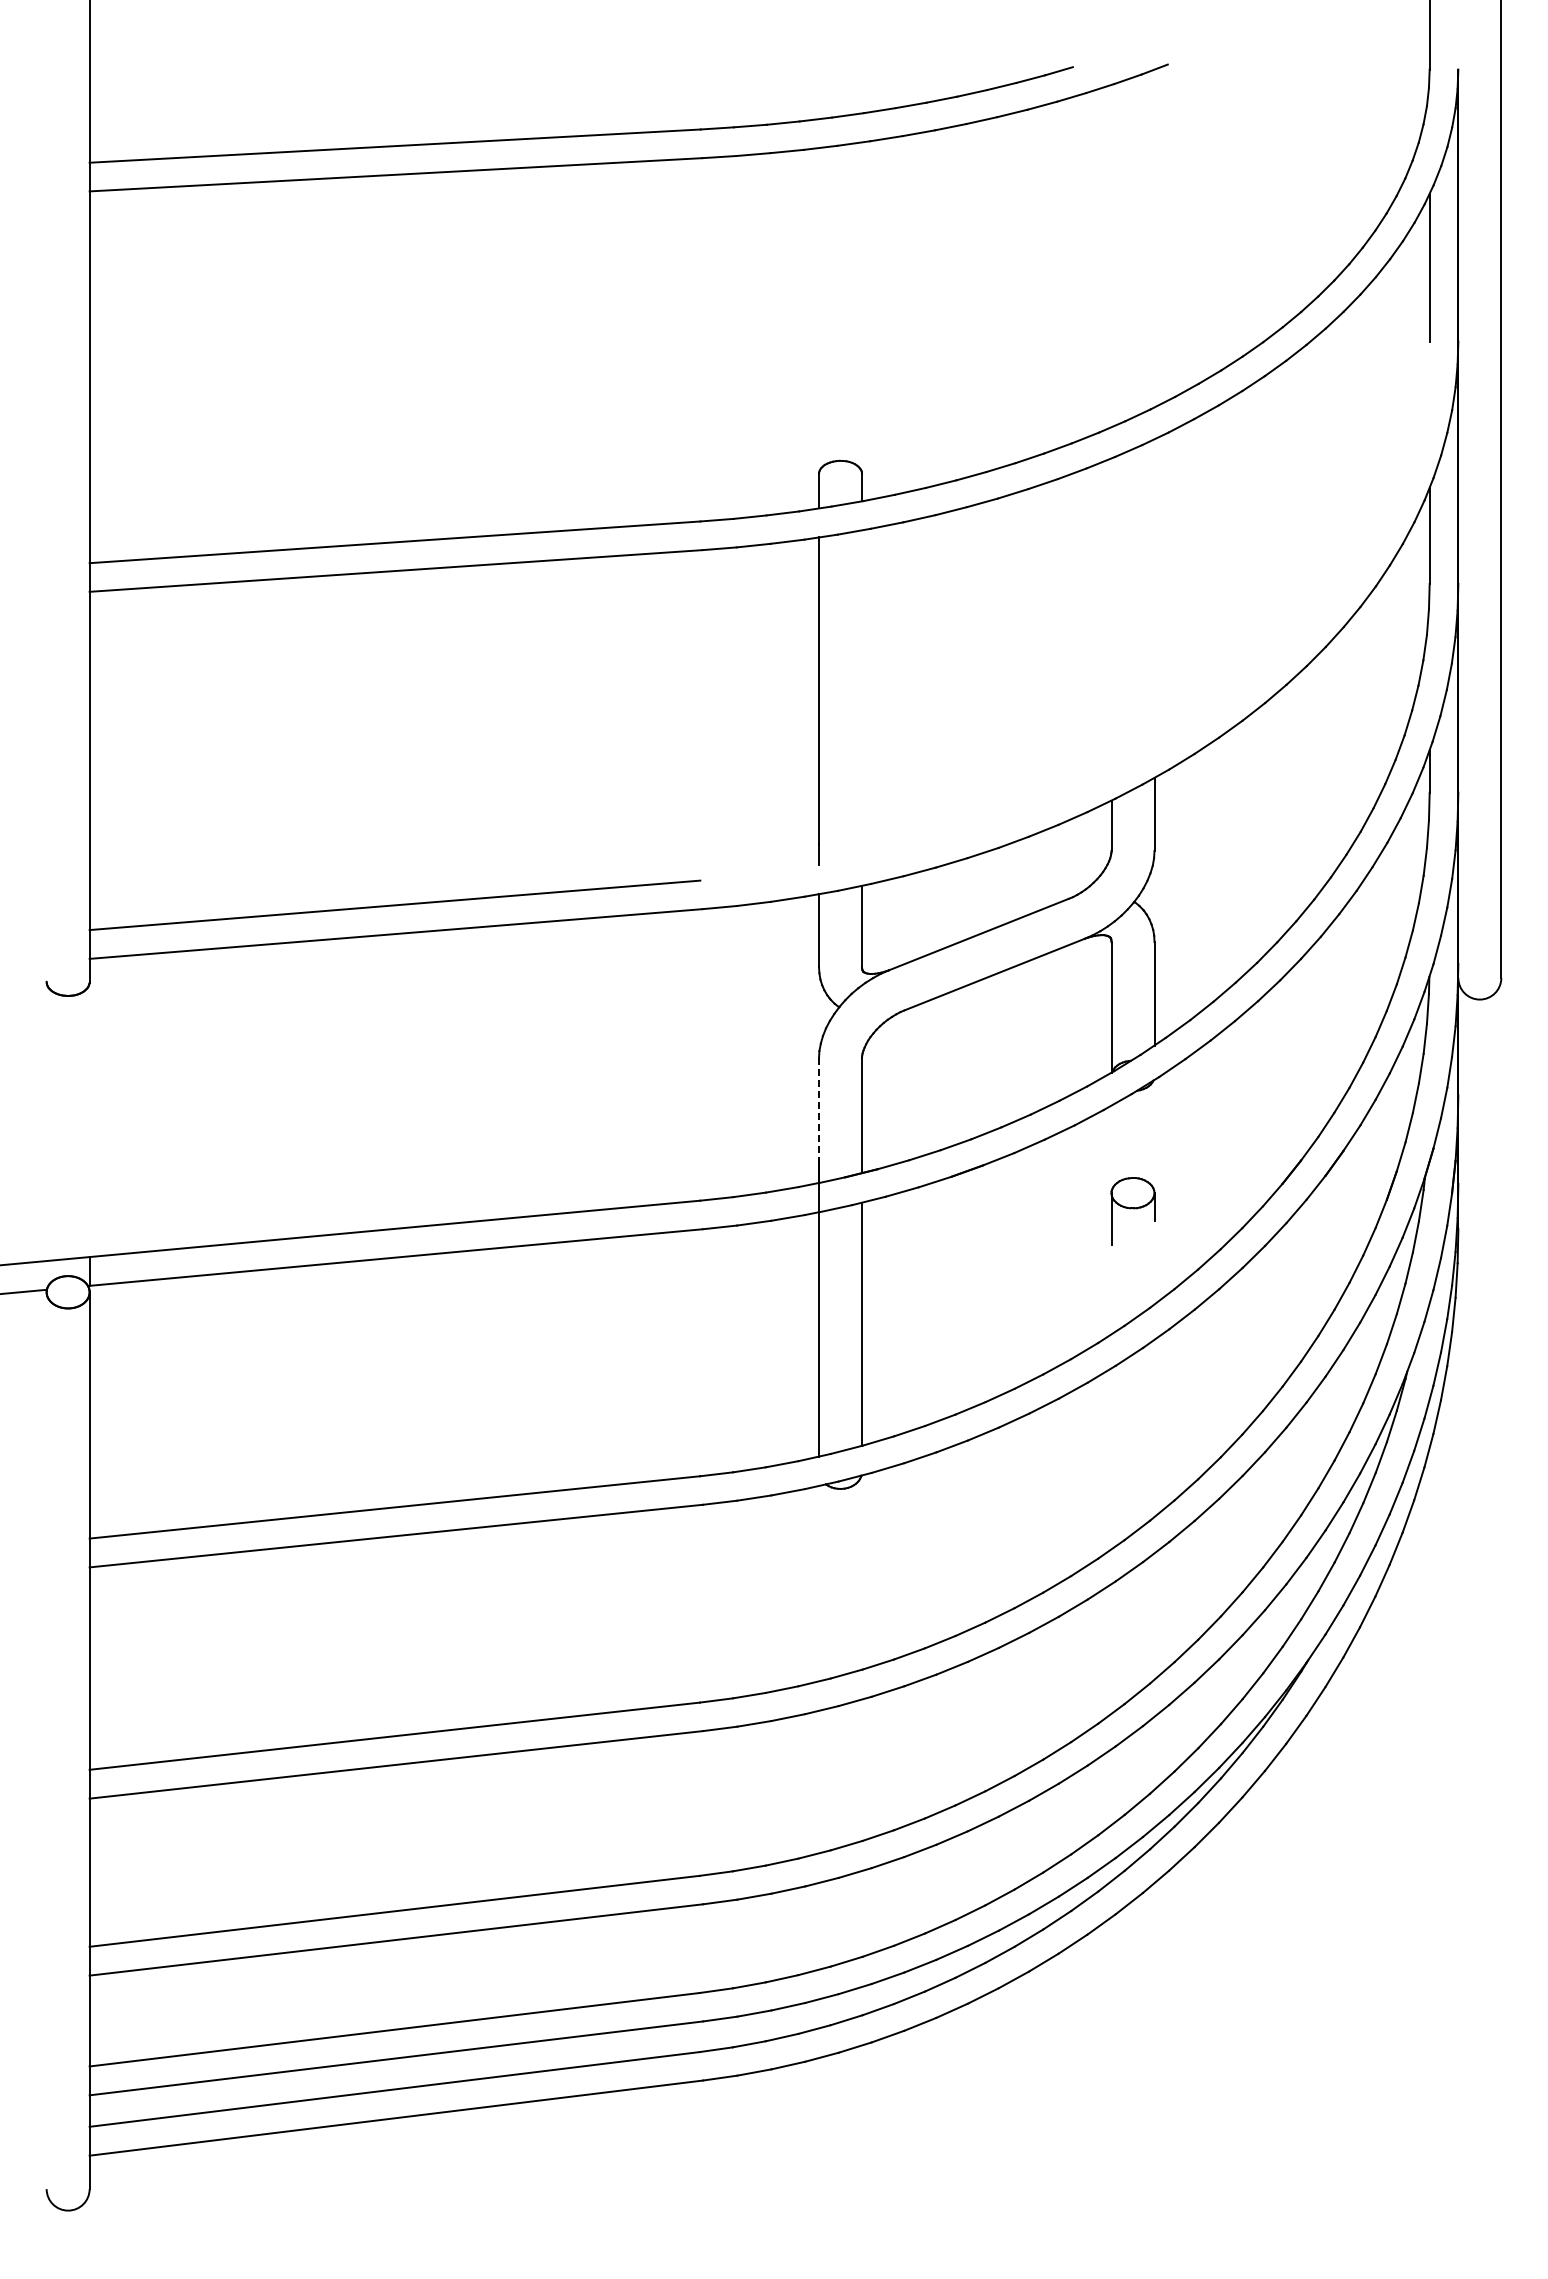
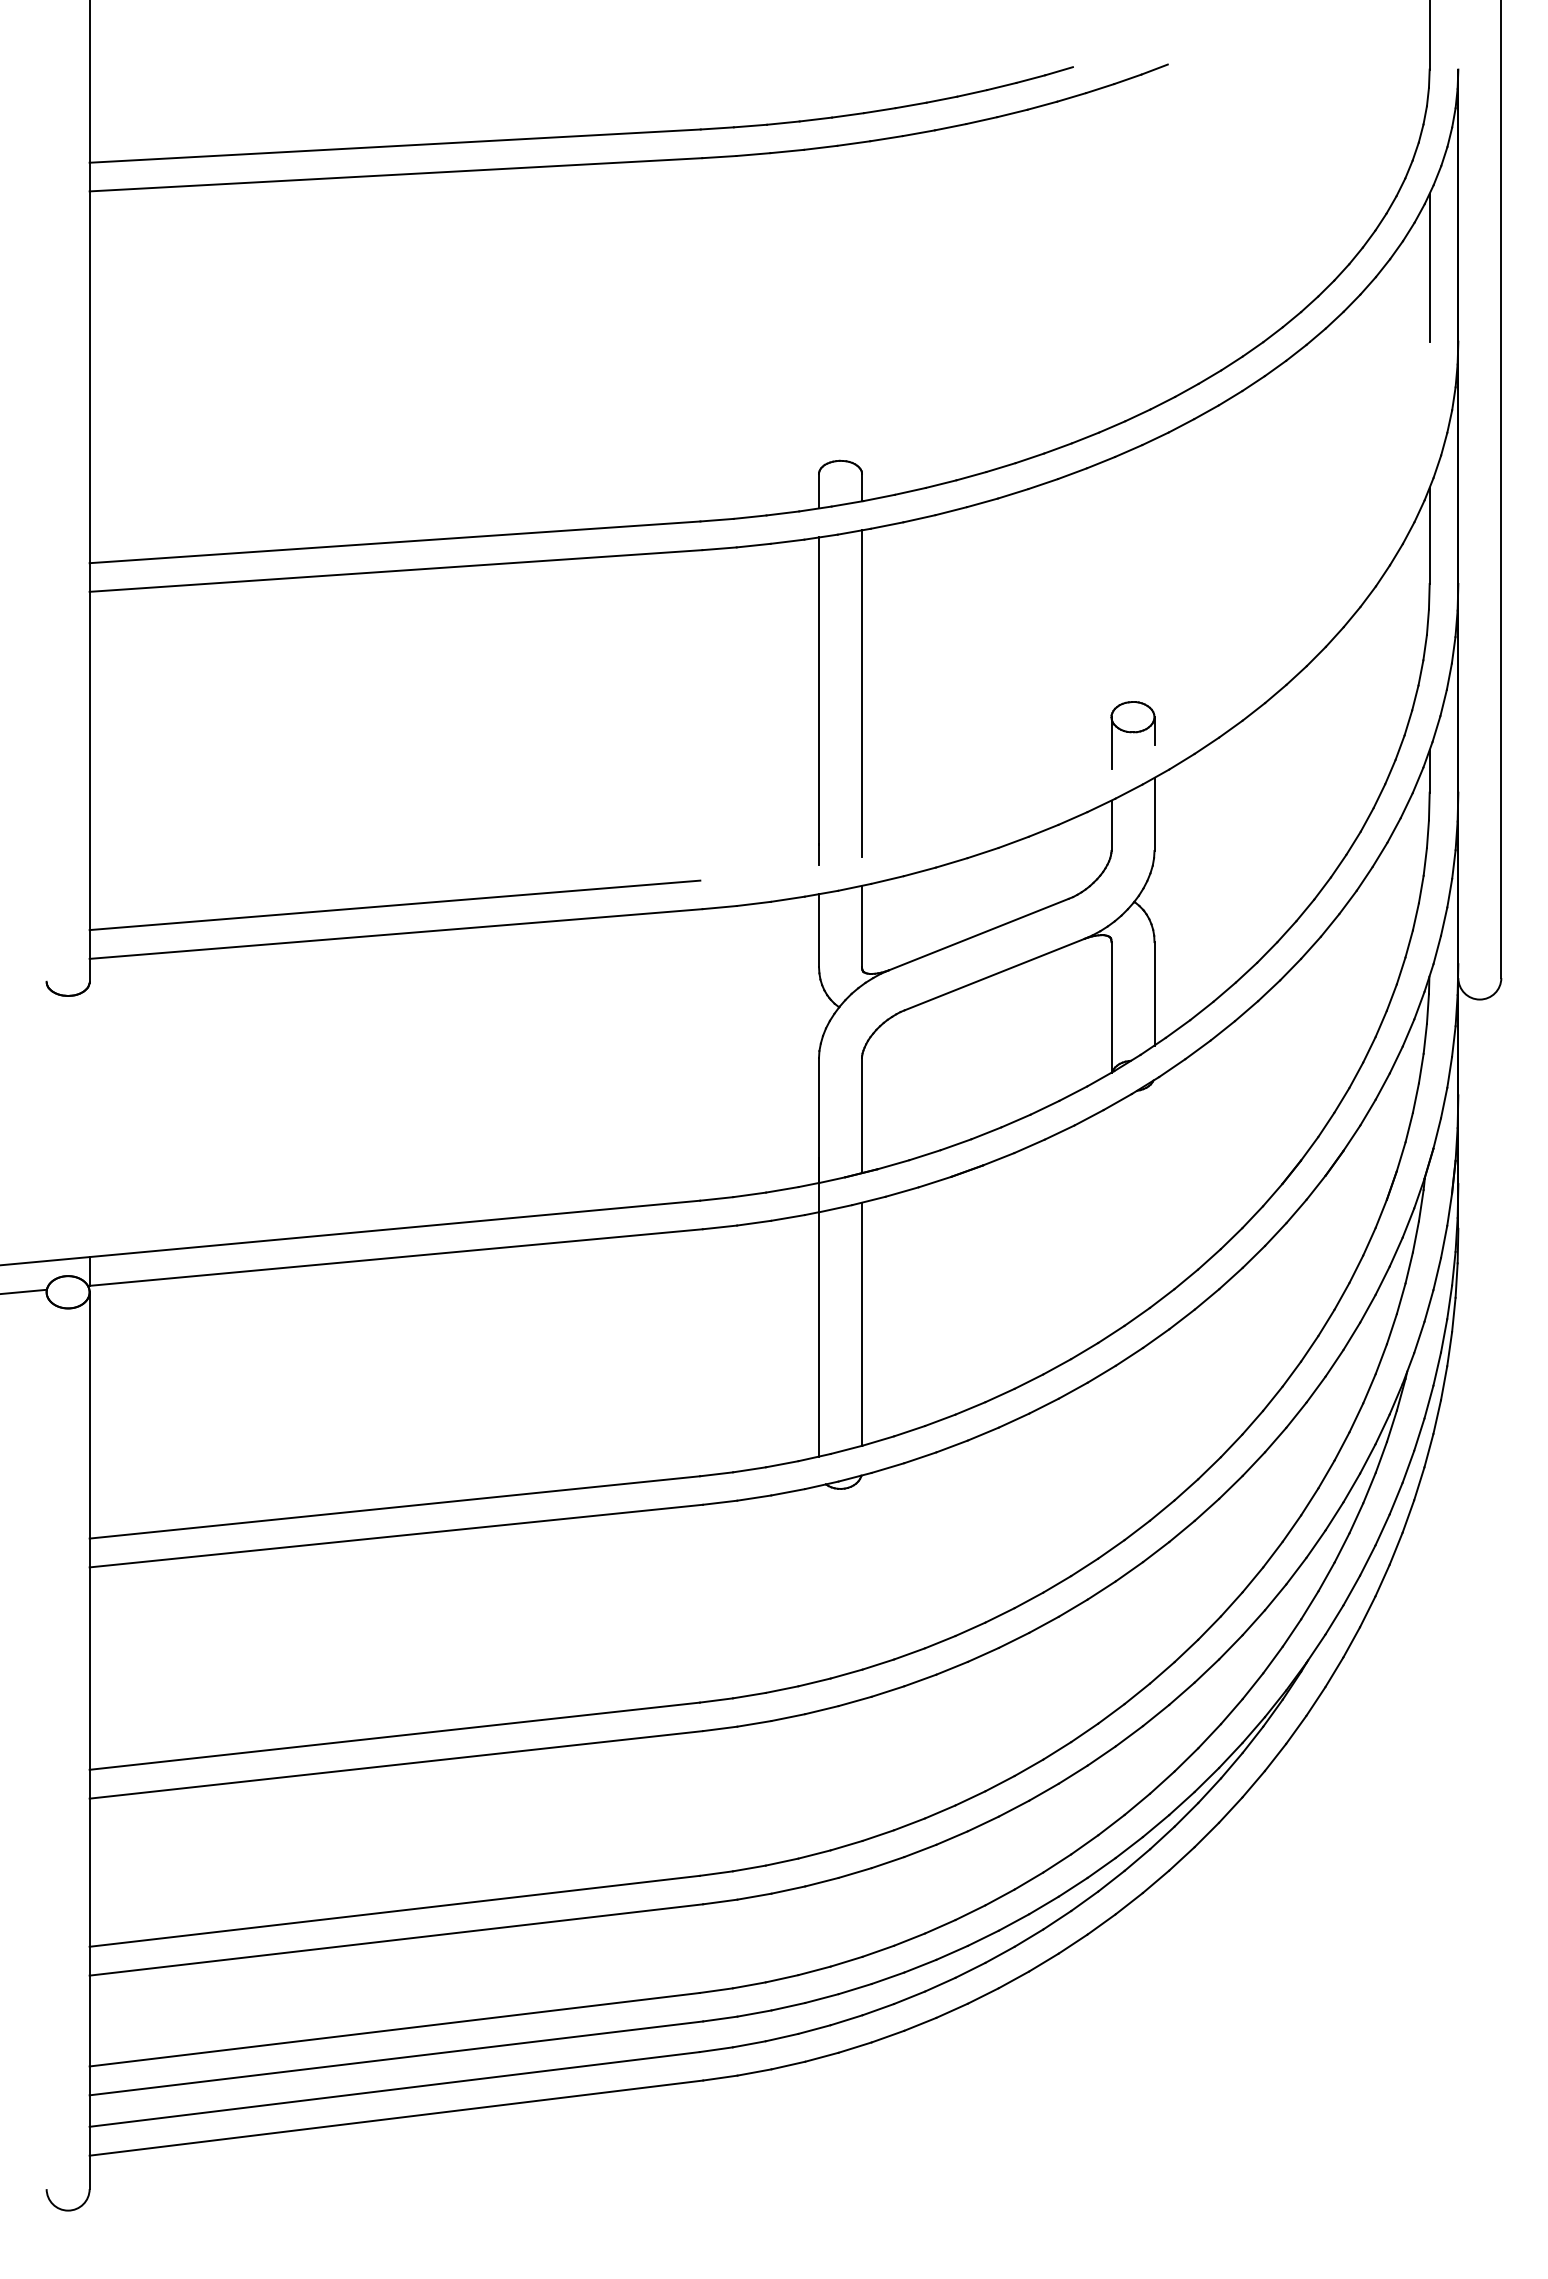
line at (861, 693): none -> present
line at (818, 1108): dashed -> solid
part at (1132, 1211) position: (1132, 1211) -> (1132, 735)
